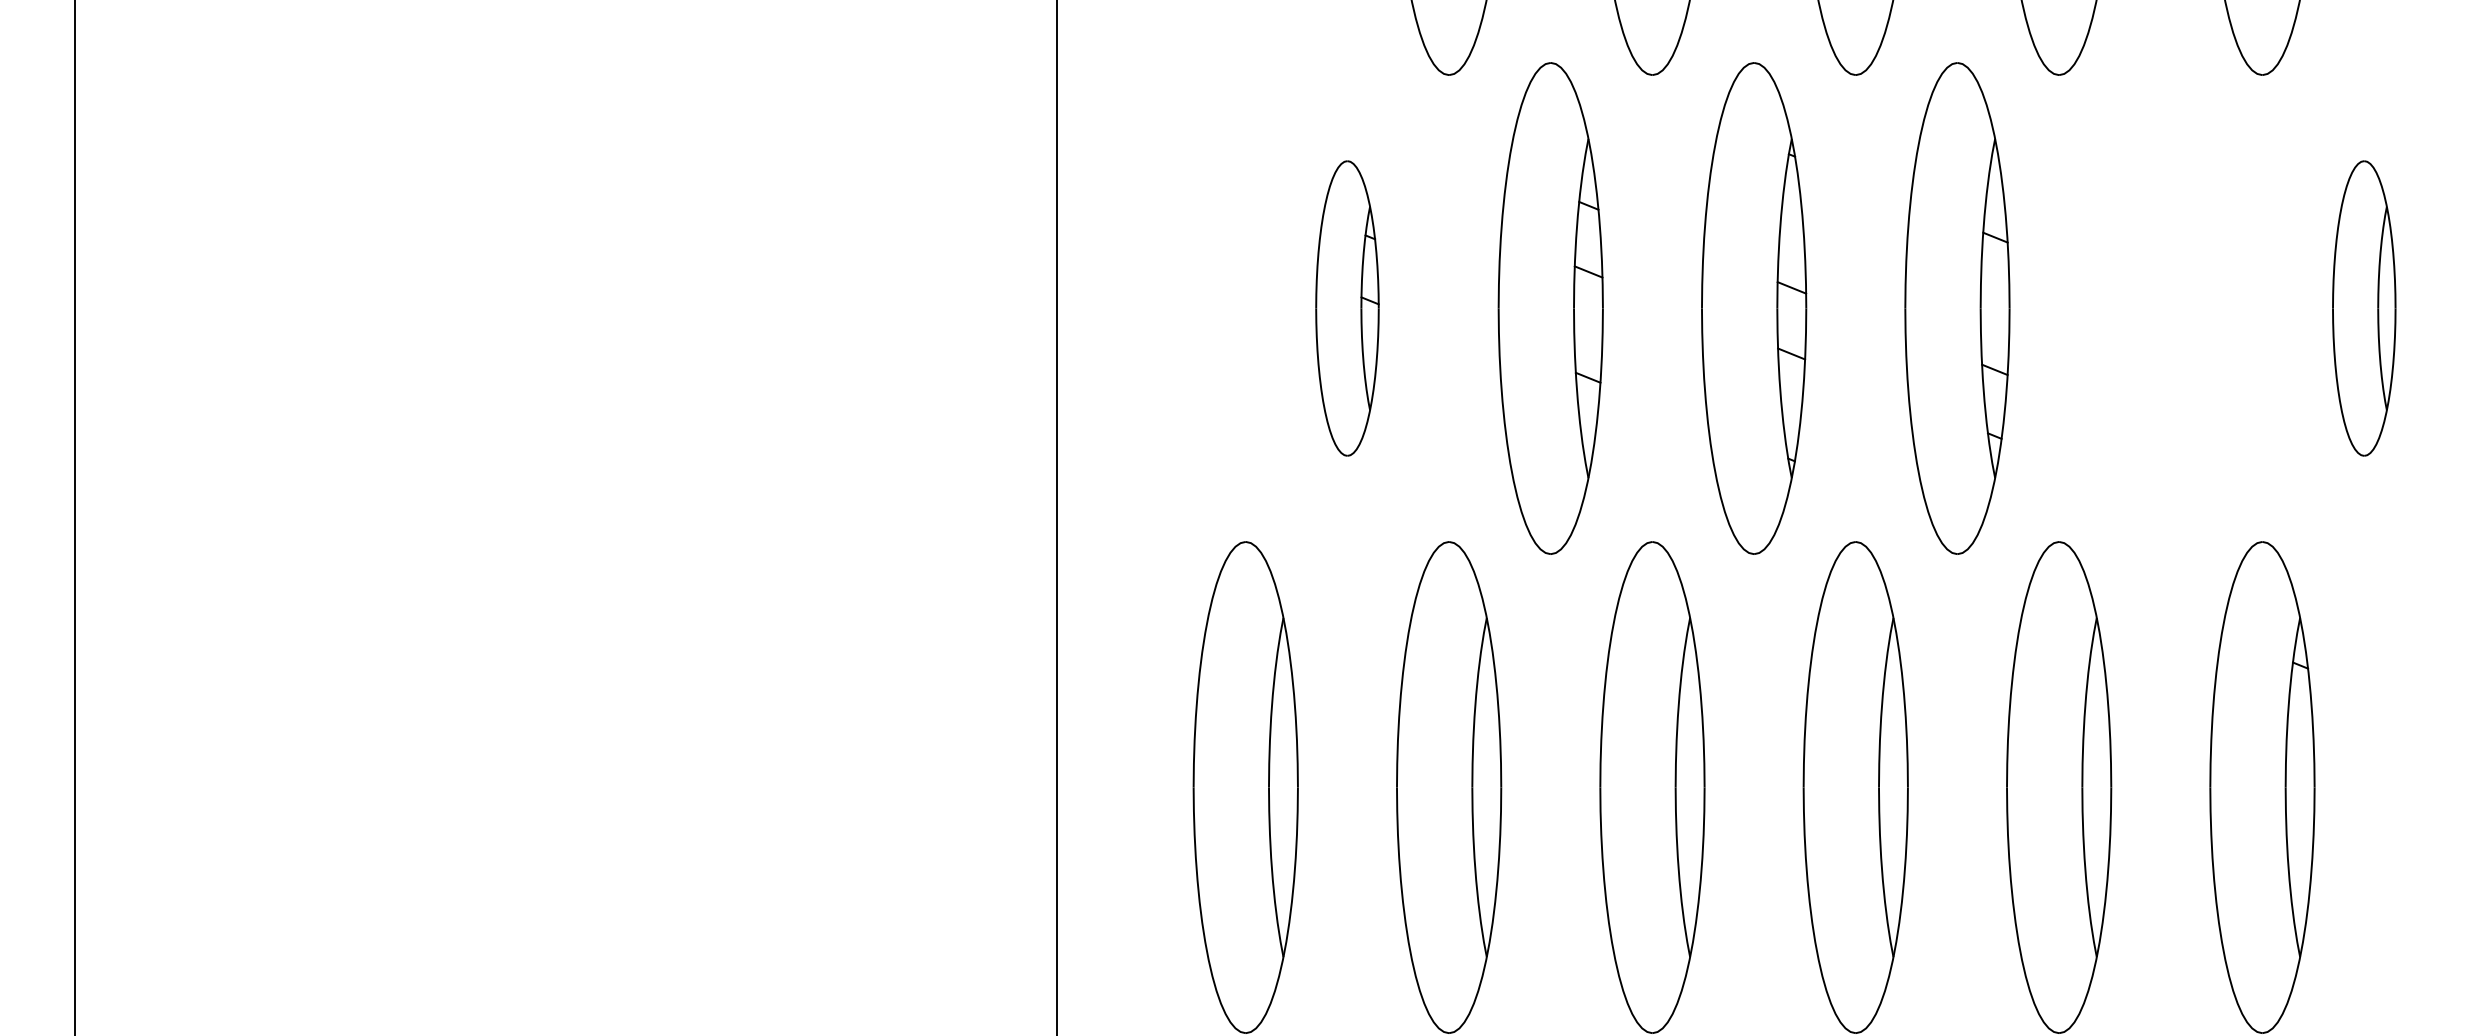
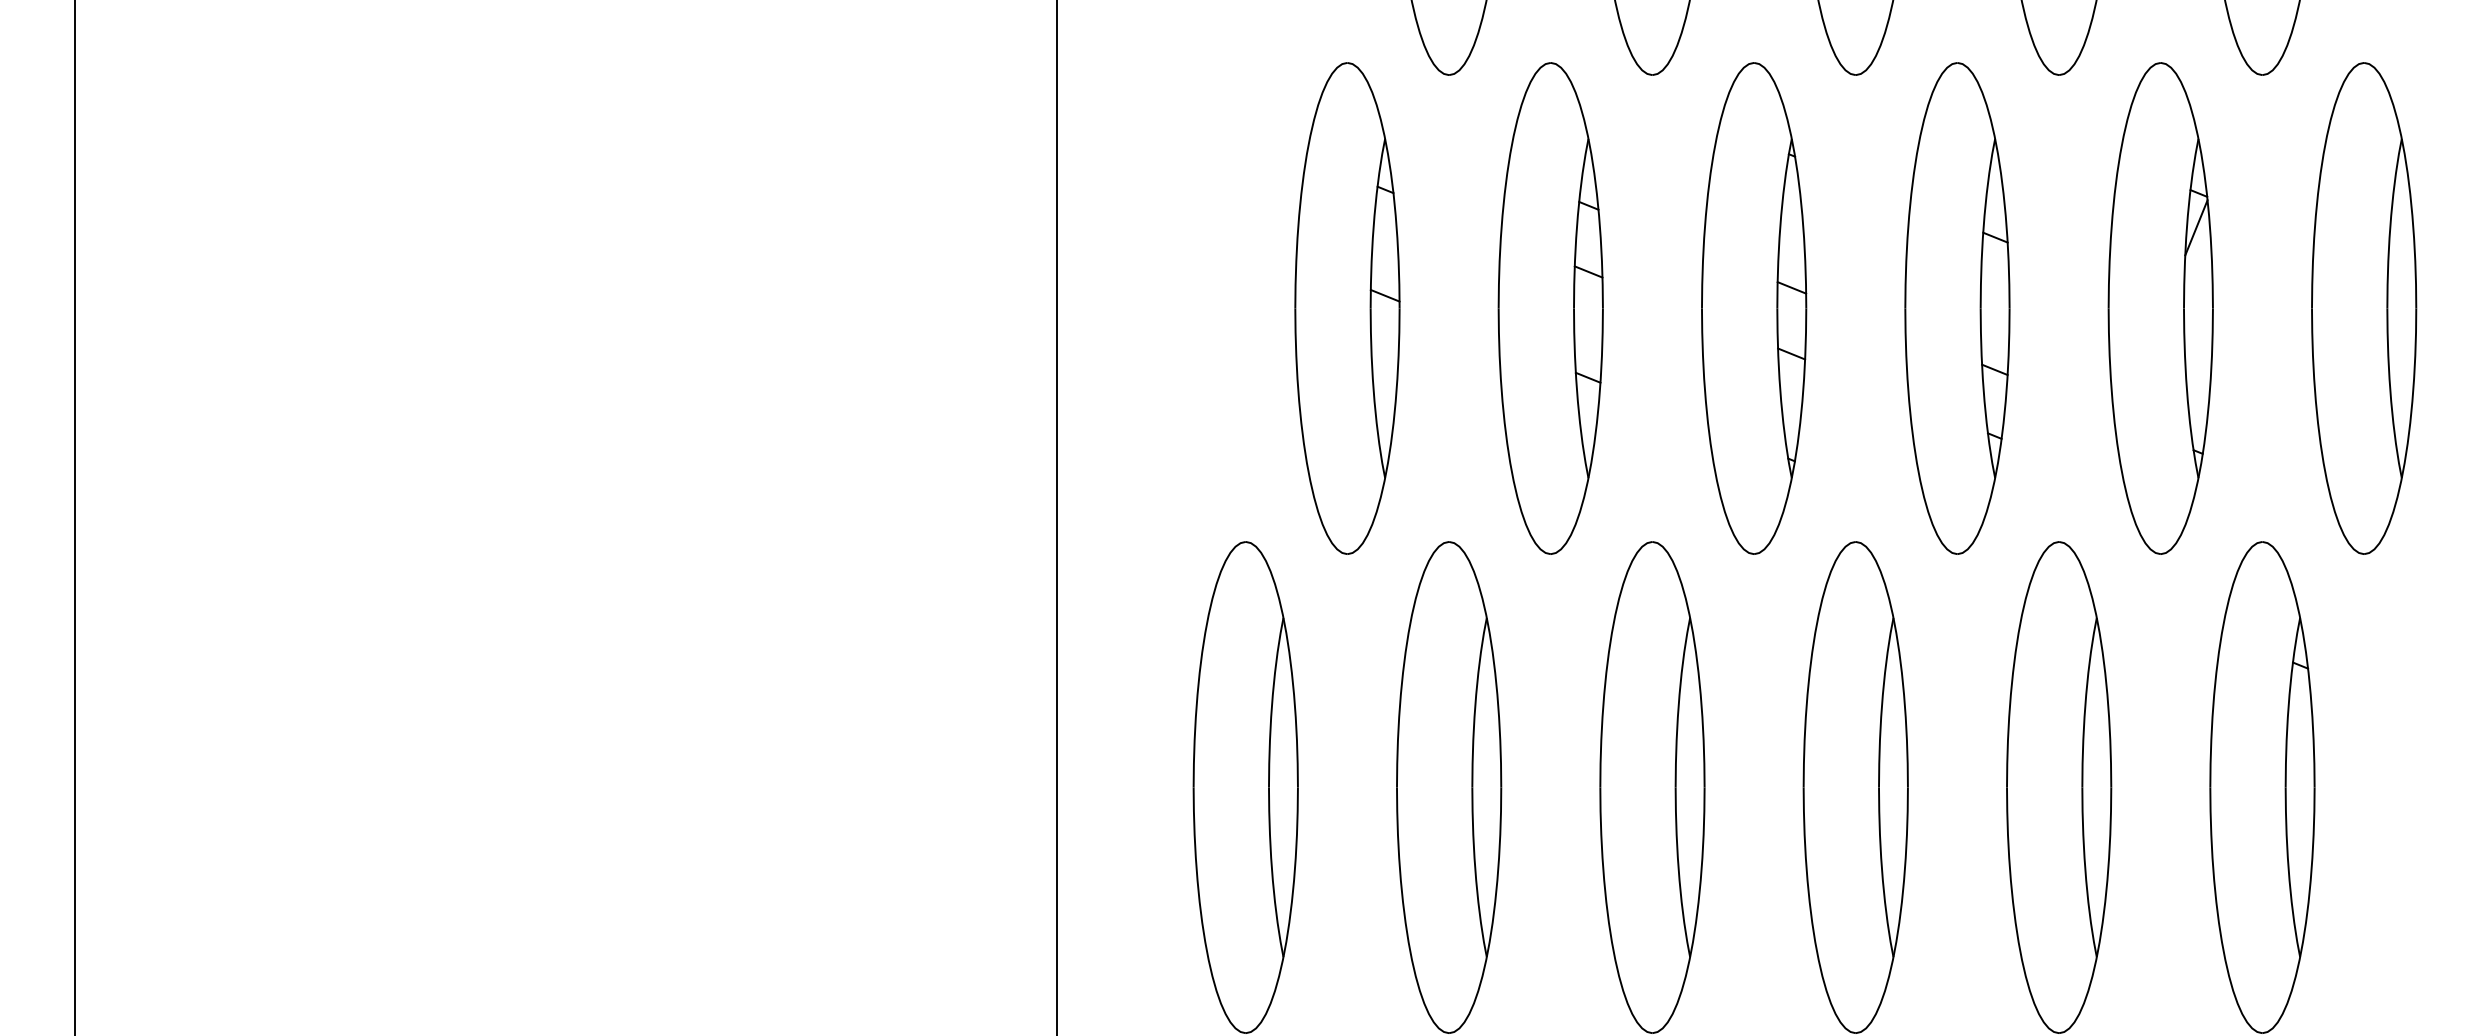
part at (1347, 308) size: 65x297 px -> 107x493 px
part at (2160, 308): none -> present
part at (2364, 308) size: 65x297 px -> 107x493 px
